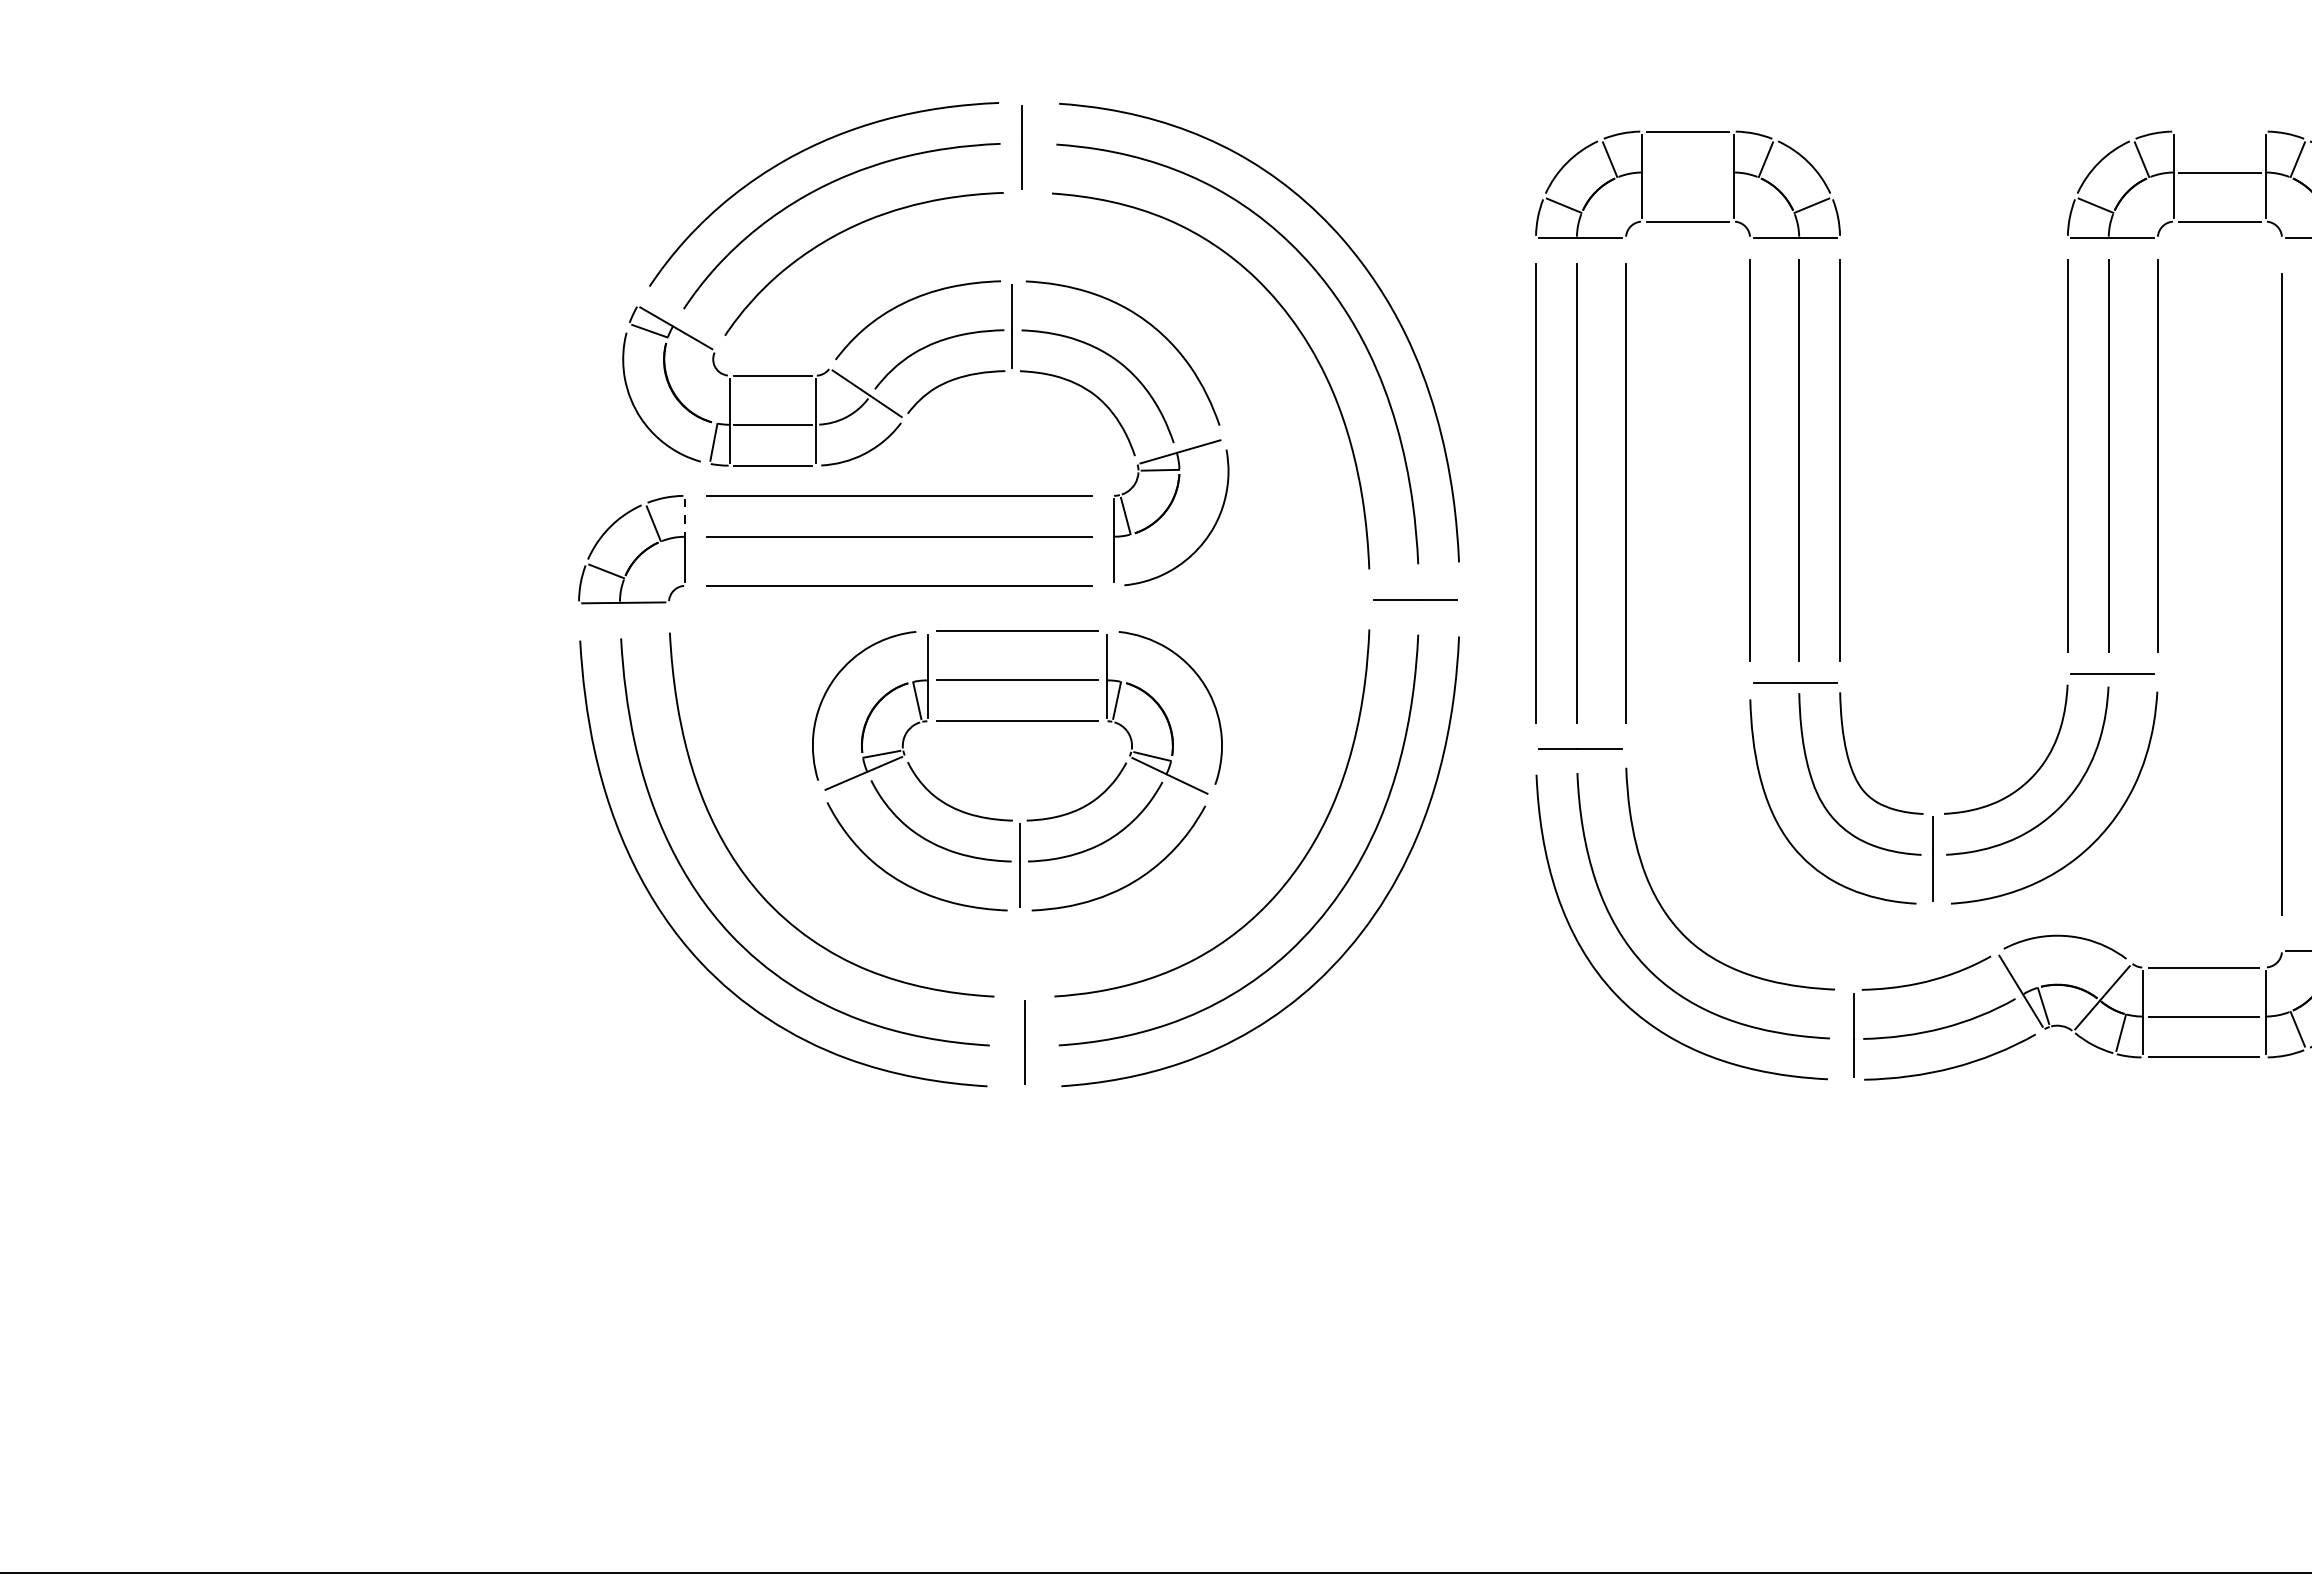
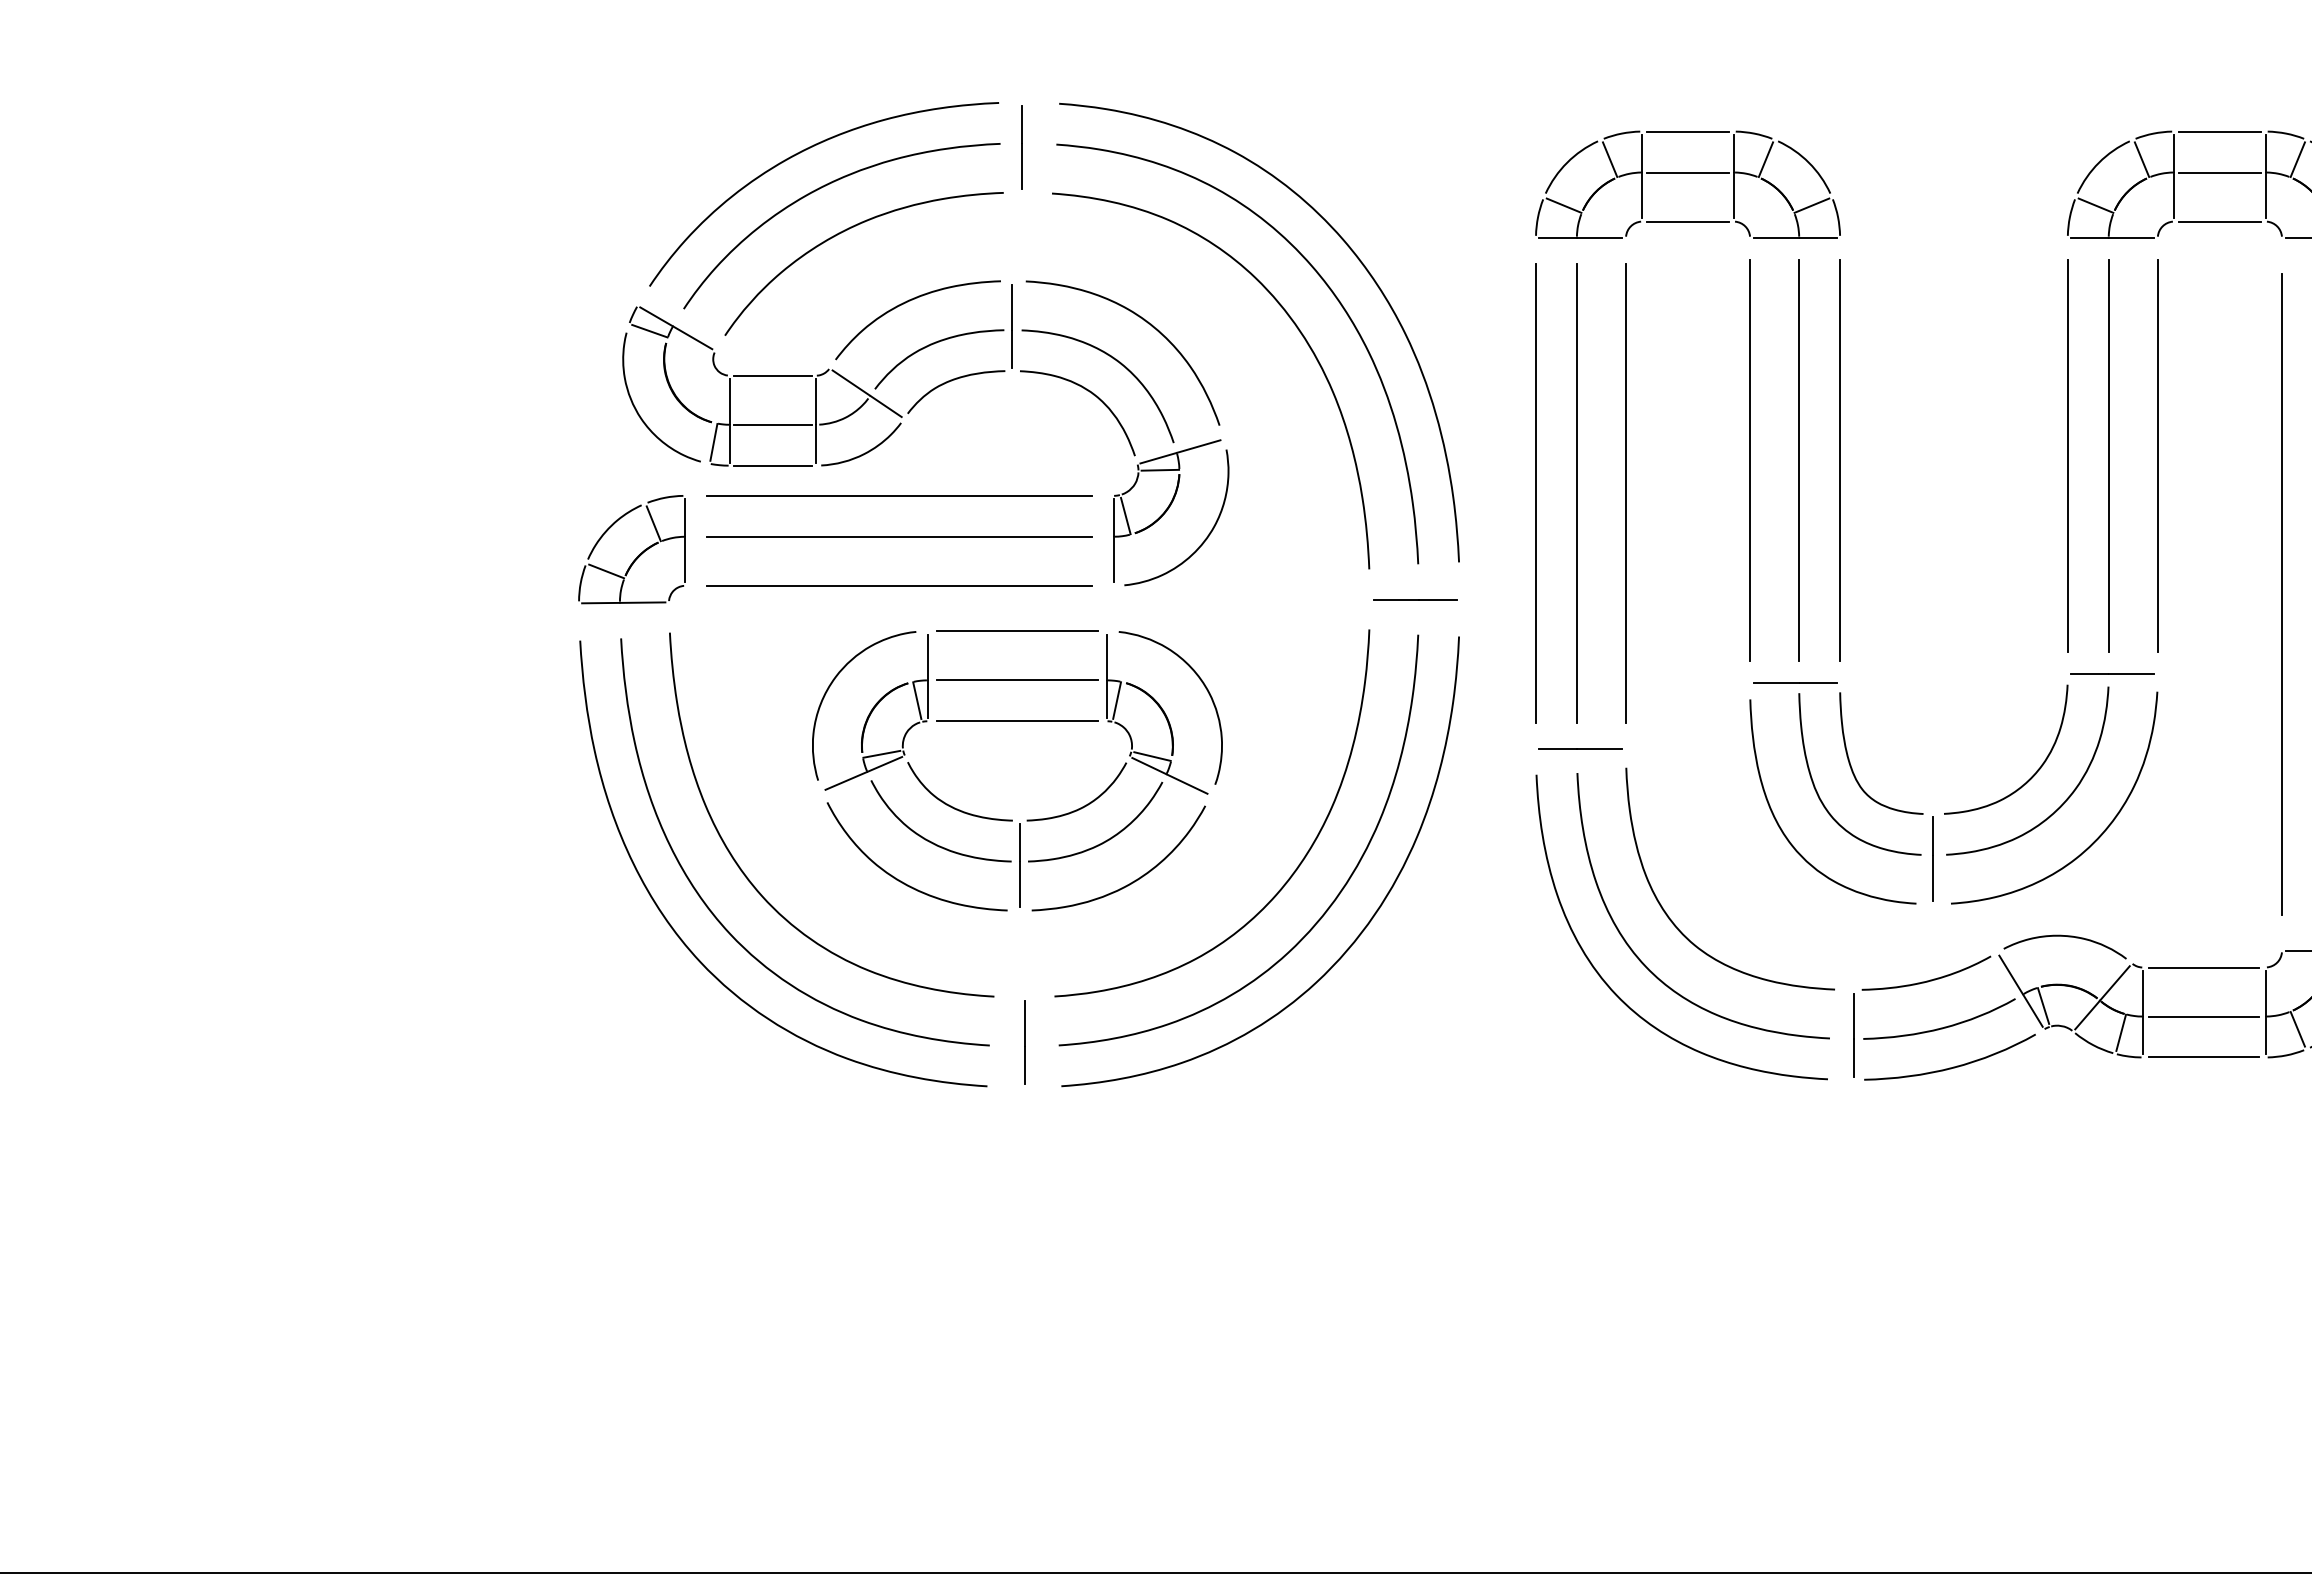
line at (2219, 131): none -> present
line at (1687, 172): none -> present
line at (685, 517): dashed -> solid
